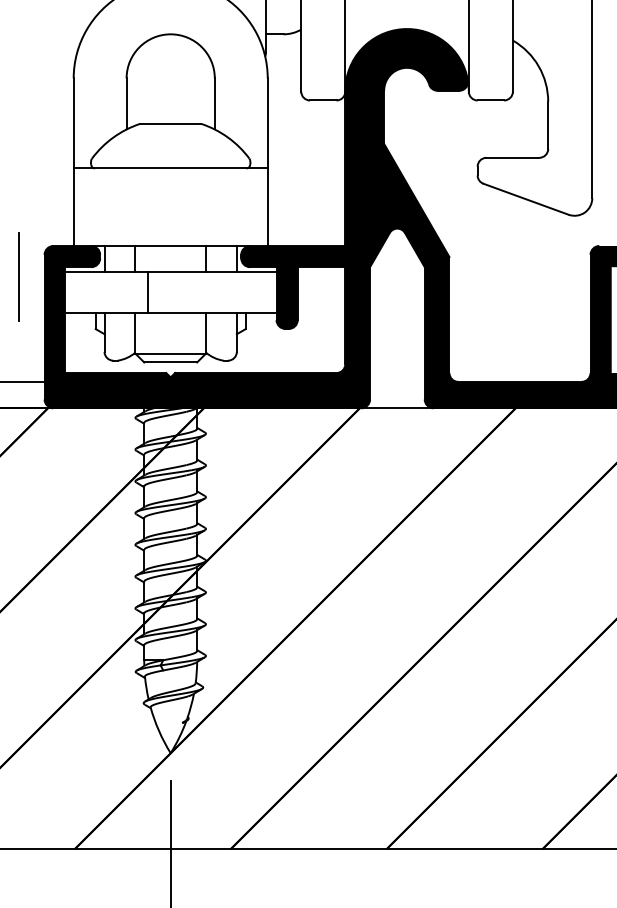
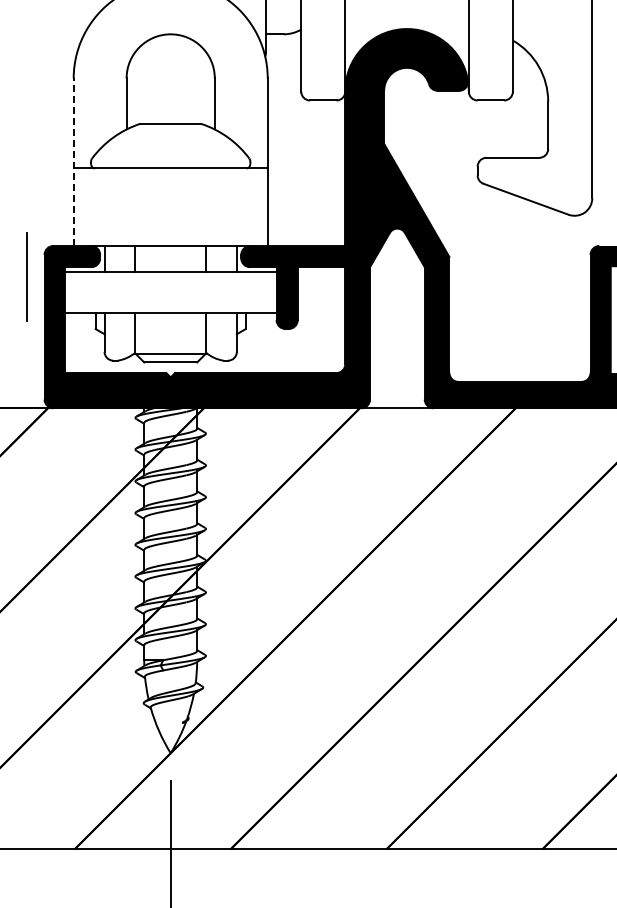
line at (73, 162): solid -> dashed
line at (18, 276) position: (18, 276) -> (26, 276)
line at (148, 292): present -> none
line at (23, 381): present -> none
